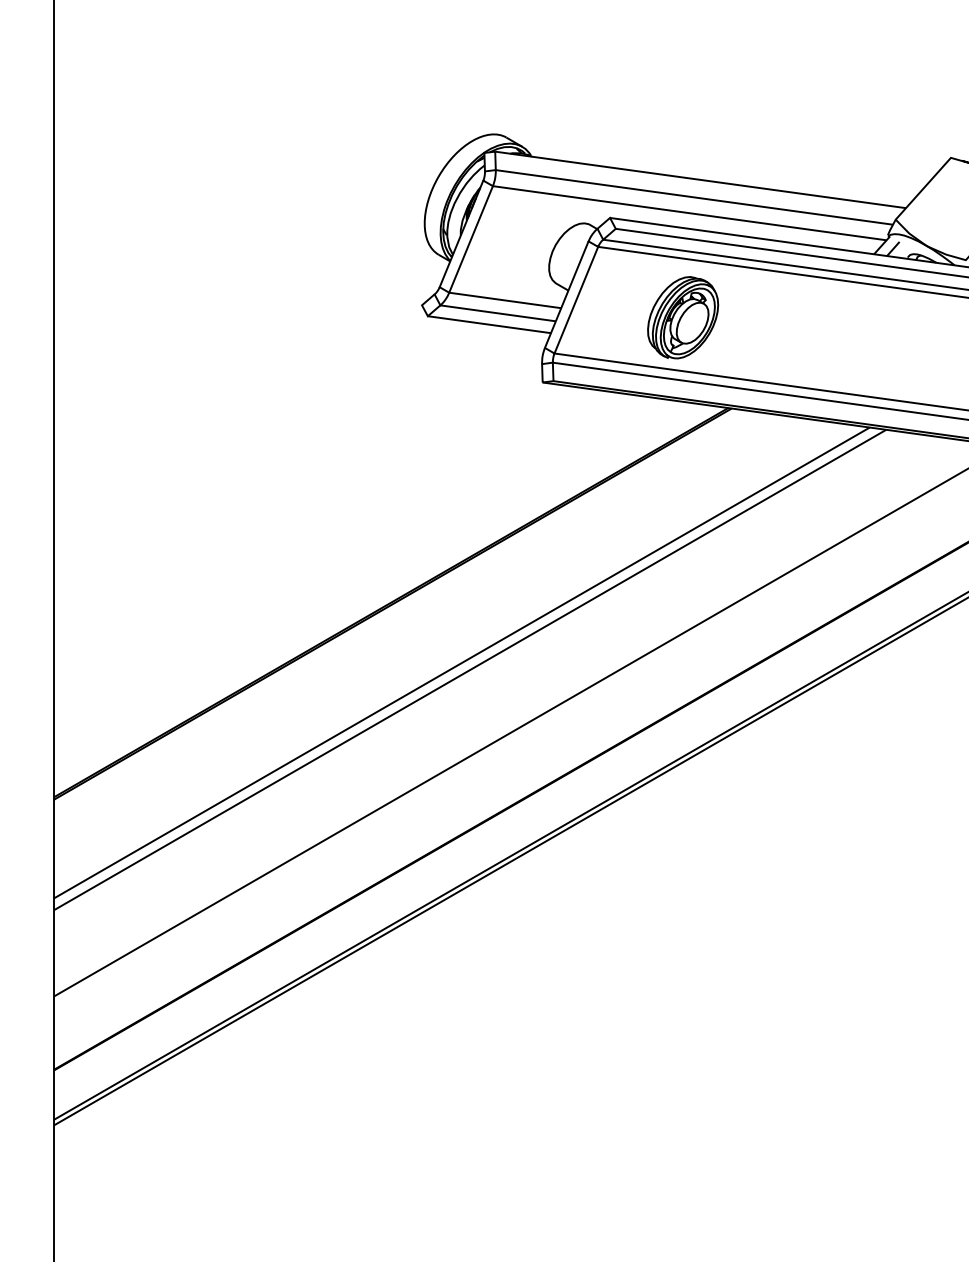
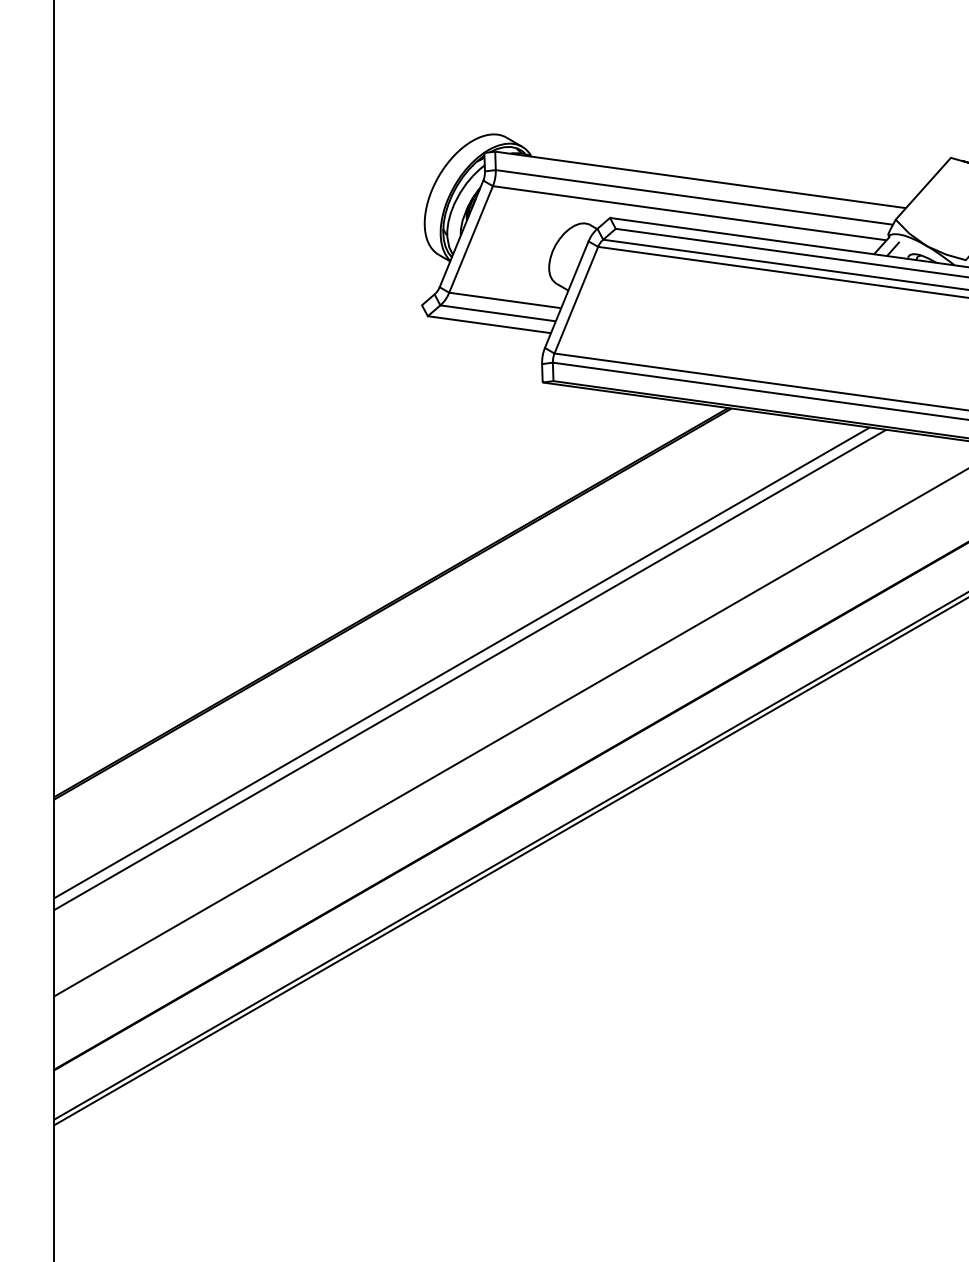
part at (683, 317): present -> none
